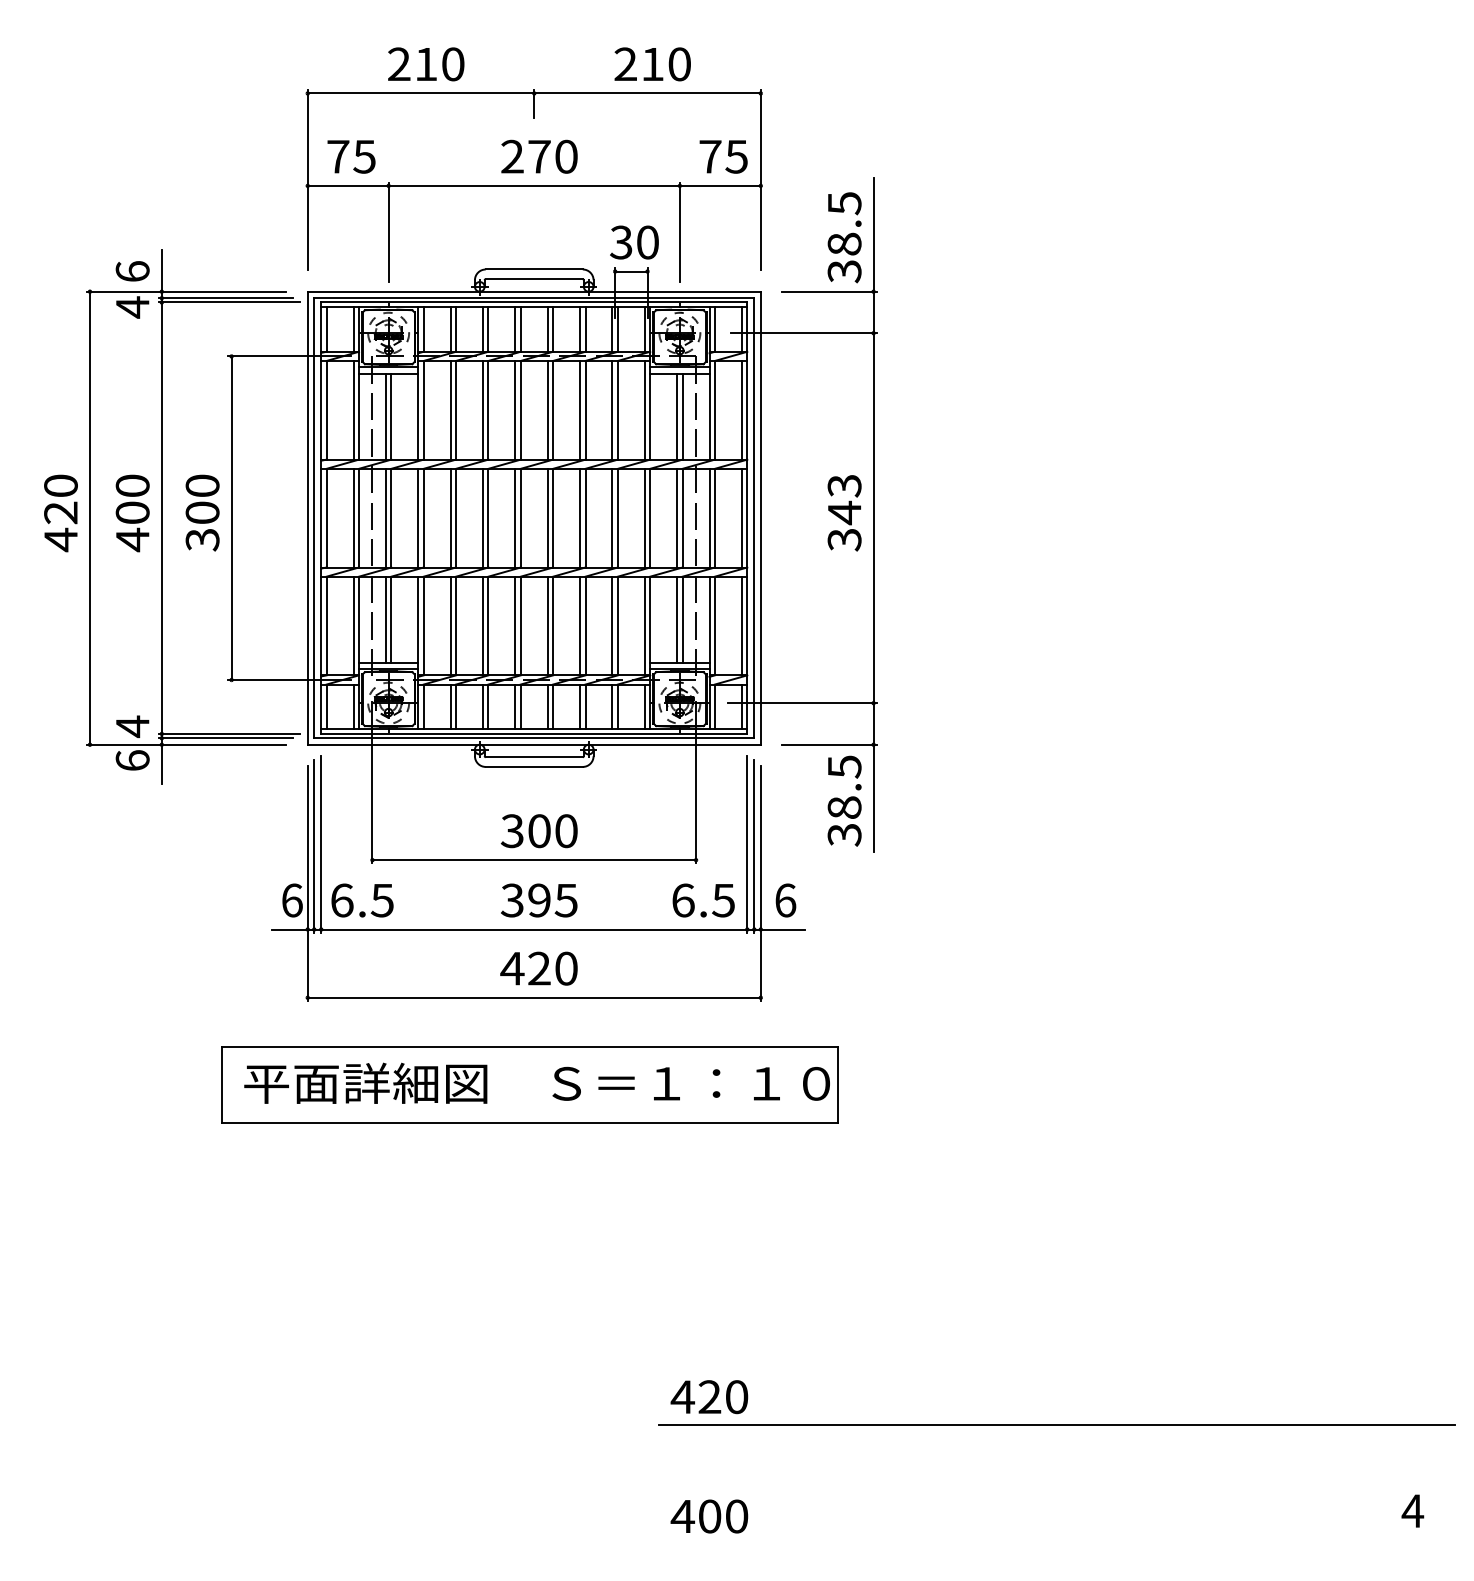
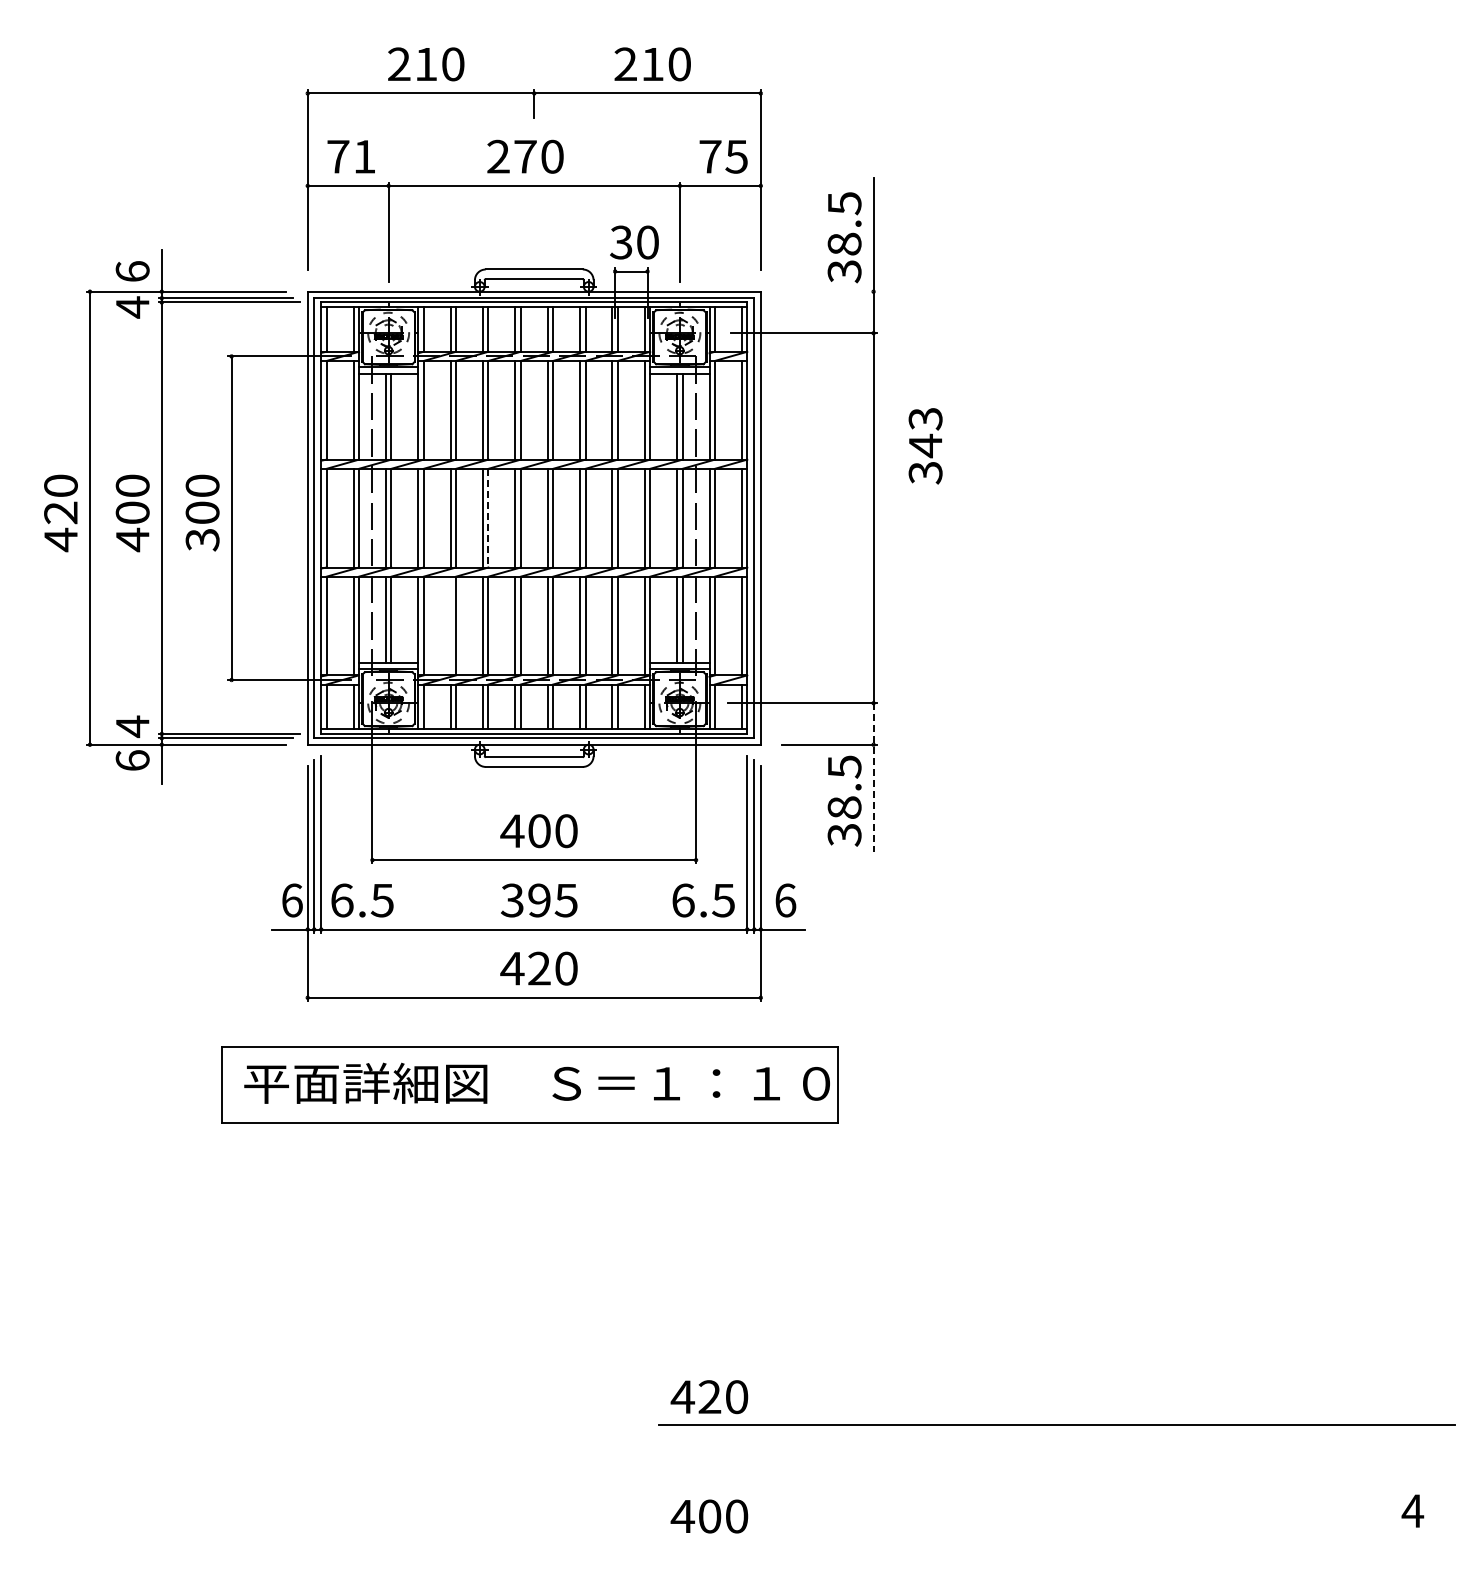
text at (364, 156): 75 -> 71
text at (539, 156) position: (539, 156) -> (525, 156)
line at (829, 291): present -> none
text at (844, 513) position: (844, 513) -> (925, 446)
line at (488, 518): solid -> dashed
line at (450, 625): present -> none
line at (873, 778): solid -> dashed
text at (512, 831): 300 -> 400
